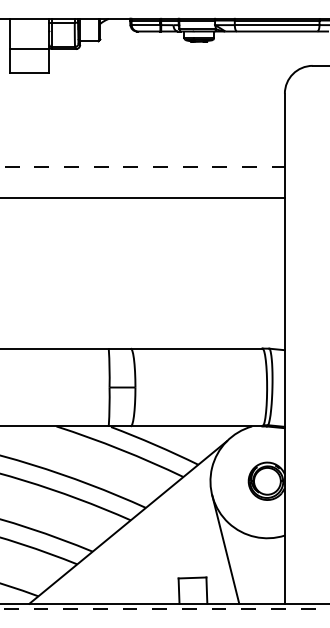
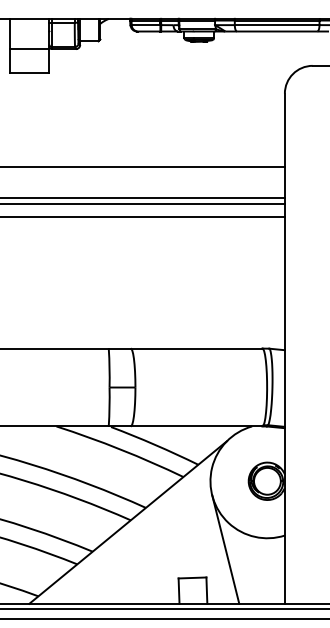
line at (143, 167): dashed -> solid
line at (143, 204): none -> present
line at (143, 217): none -> present
line at (164, 609): dashed -> solid
line at (164, 619): none -> present
